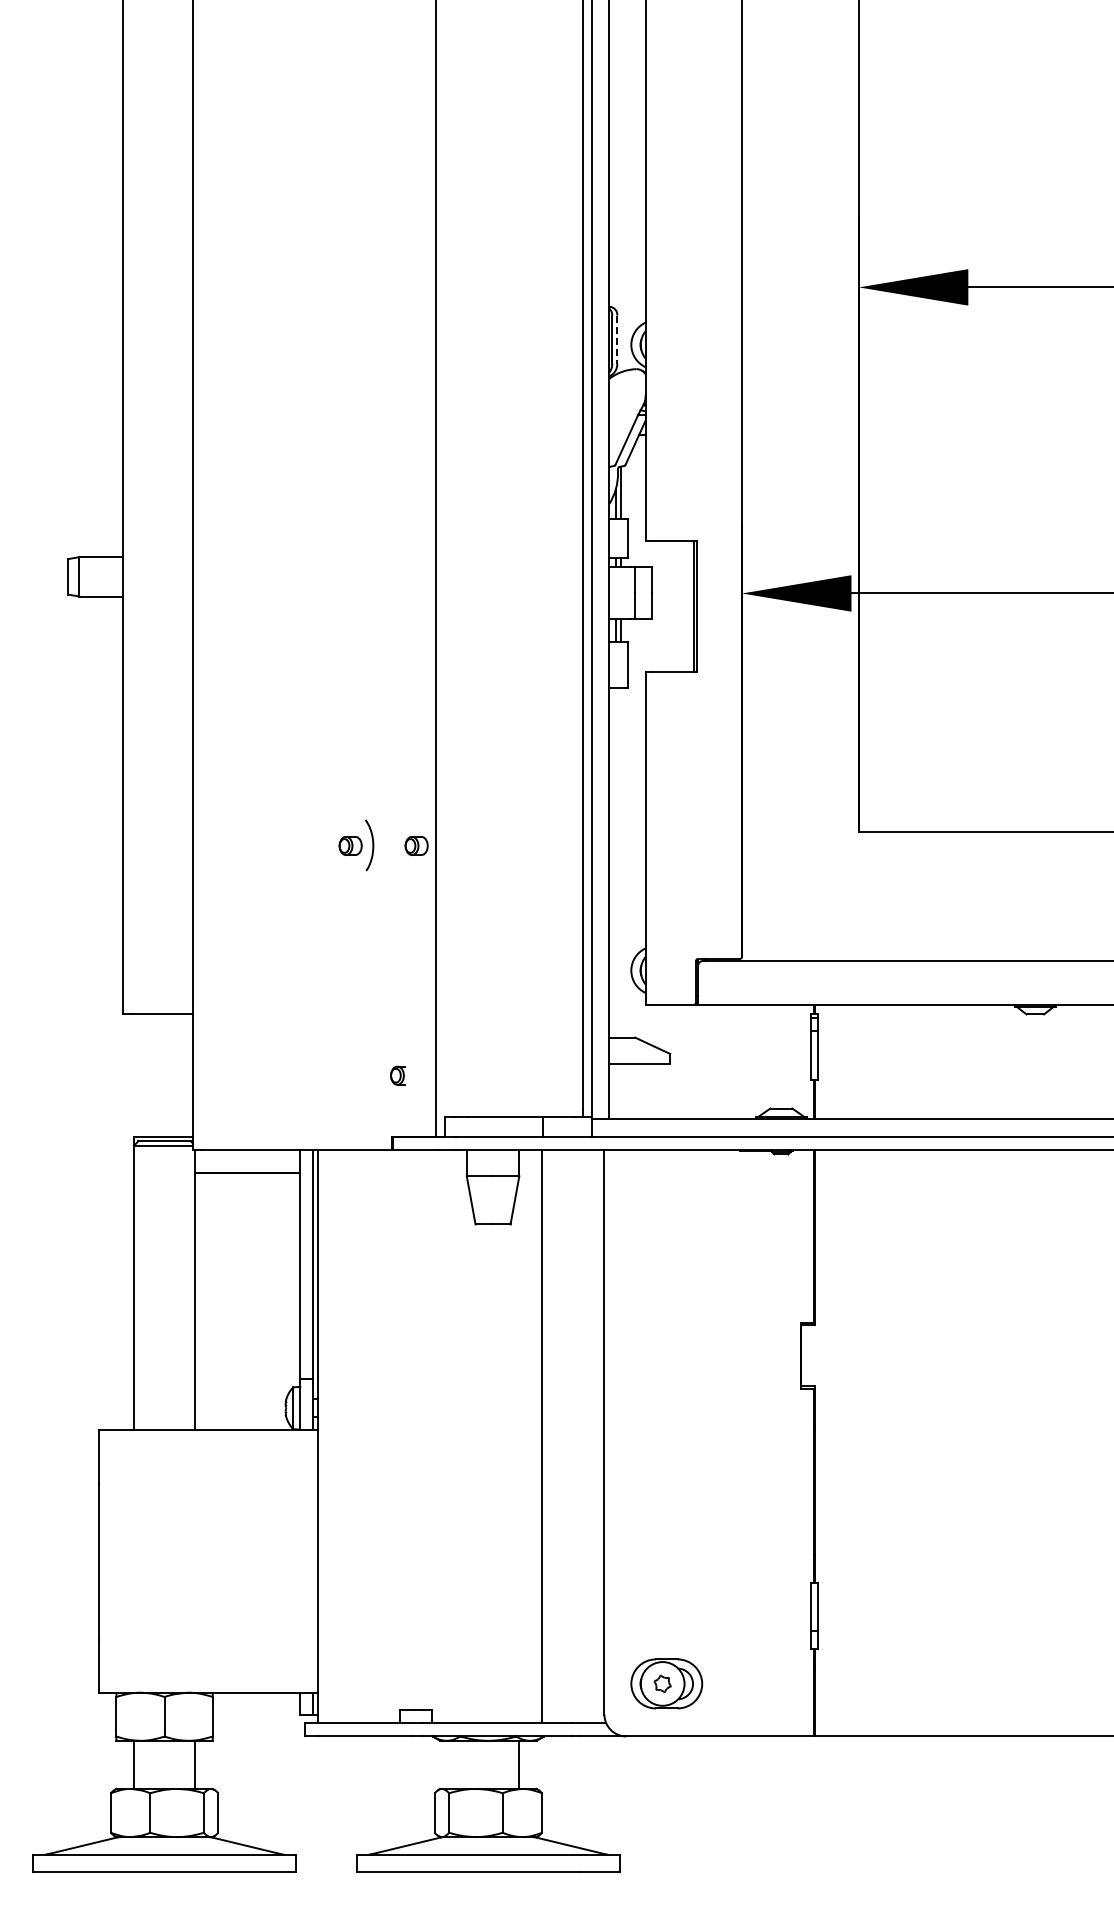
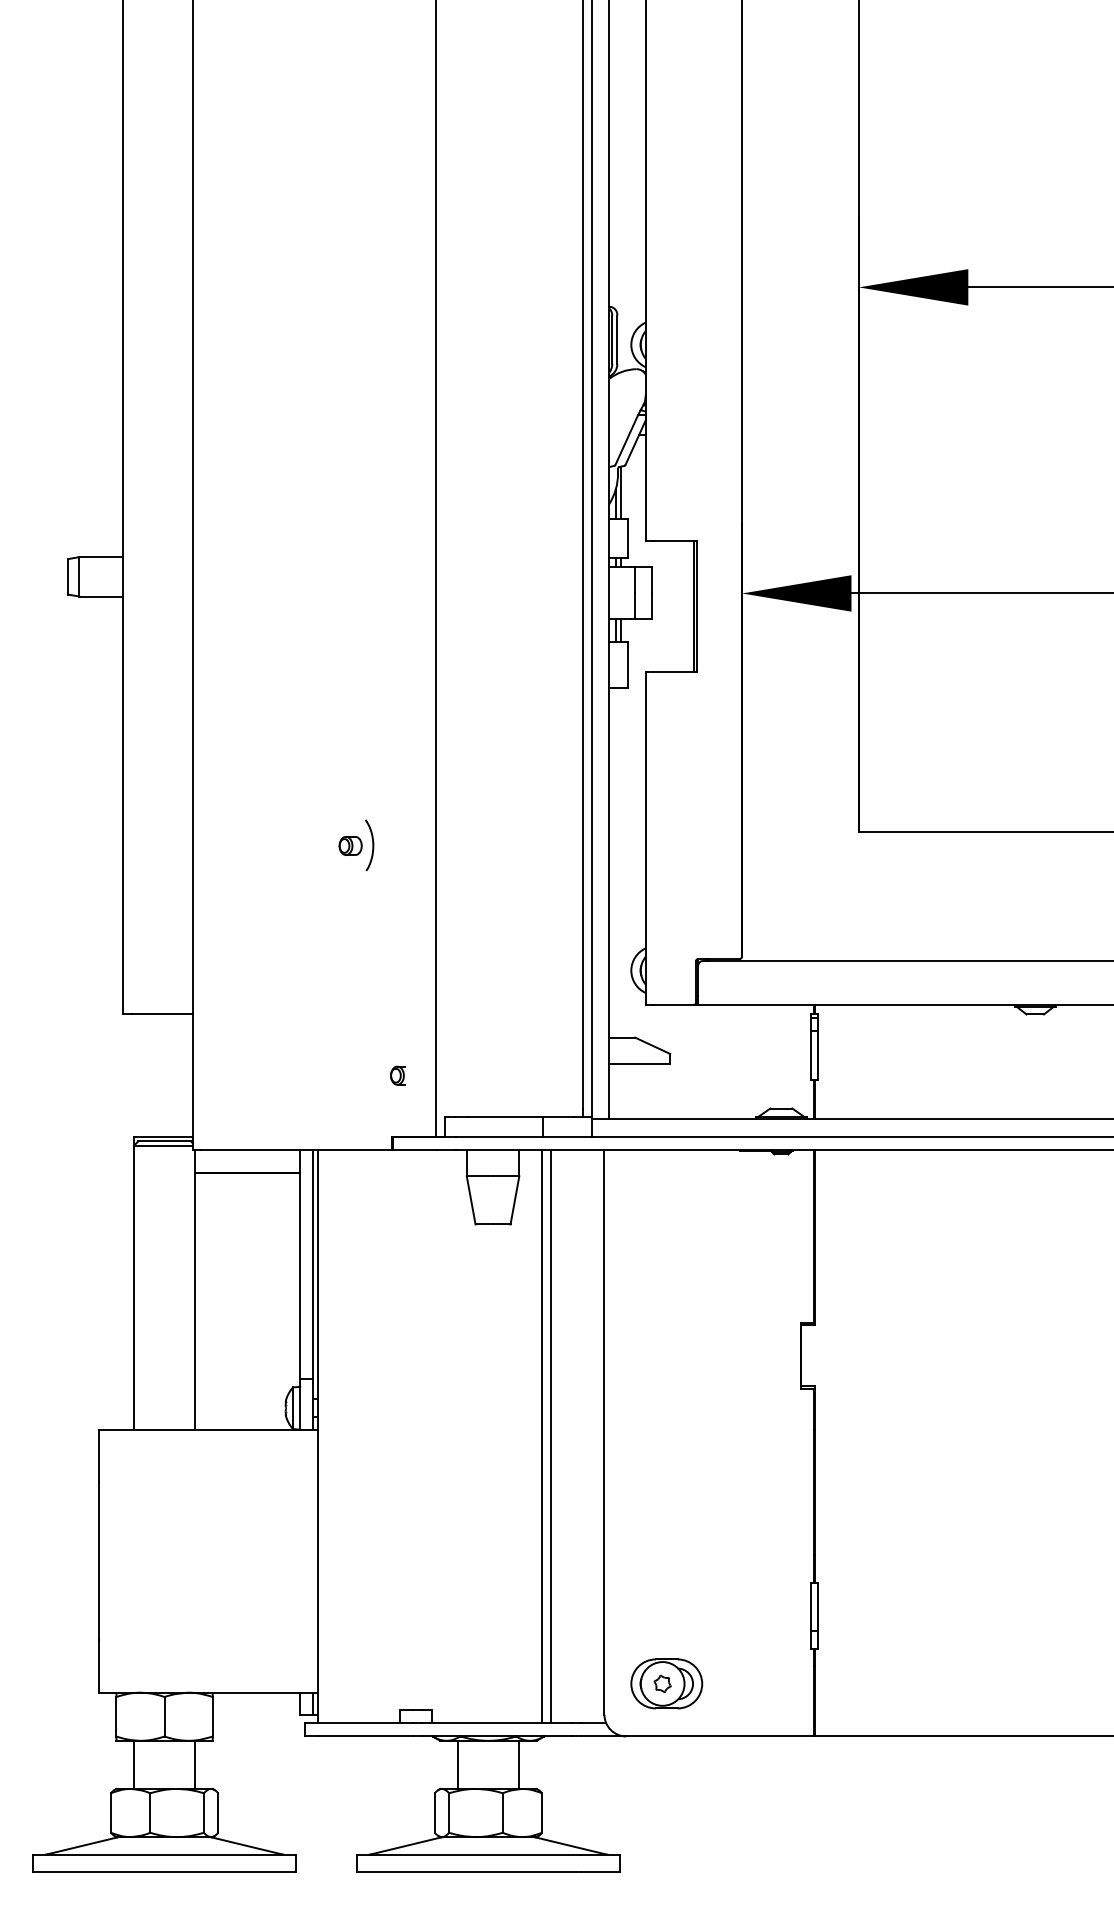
line at (617, 340): dashed -> solid
part at (416, 845): present -> none
line at (551, 1436): none -> present
line at (457, 1764): none -> present
